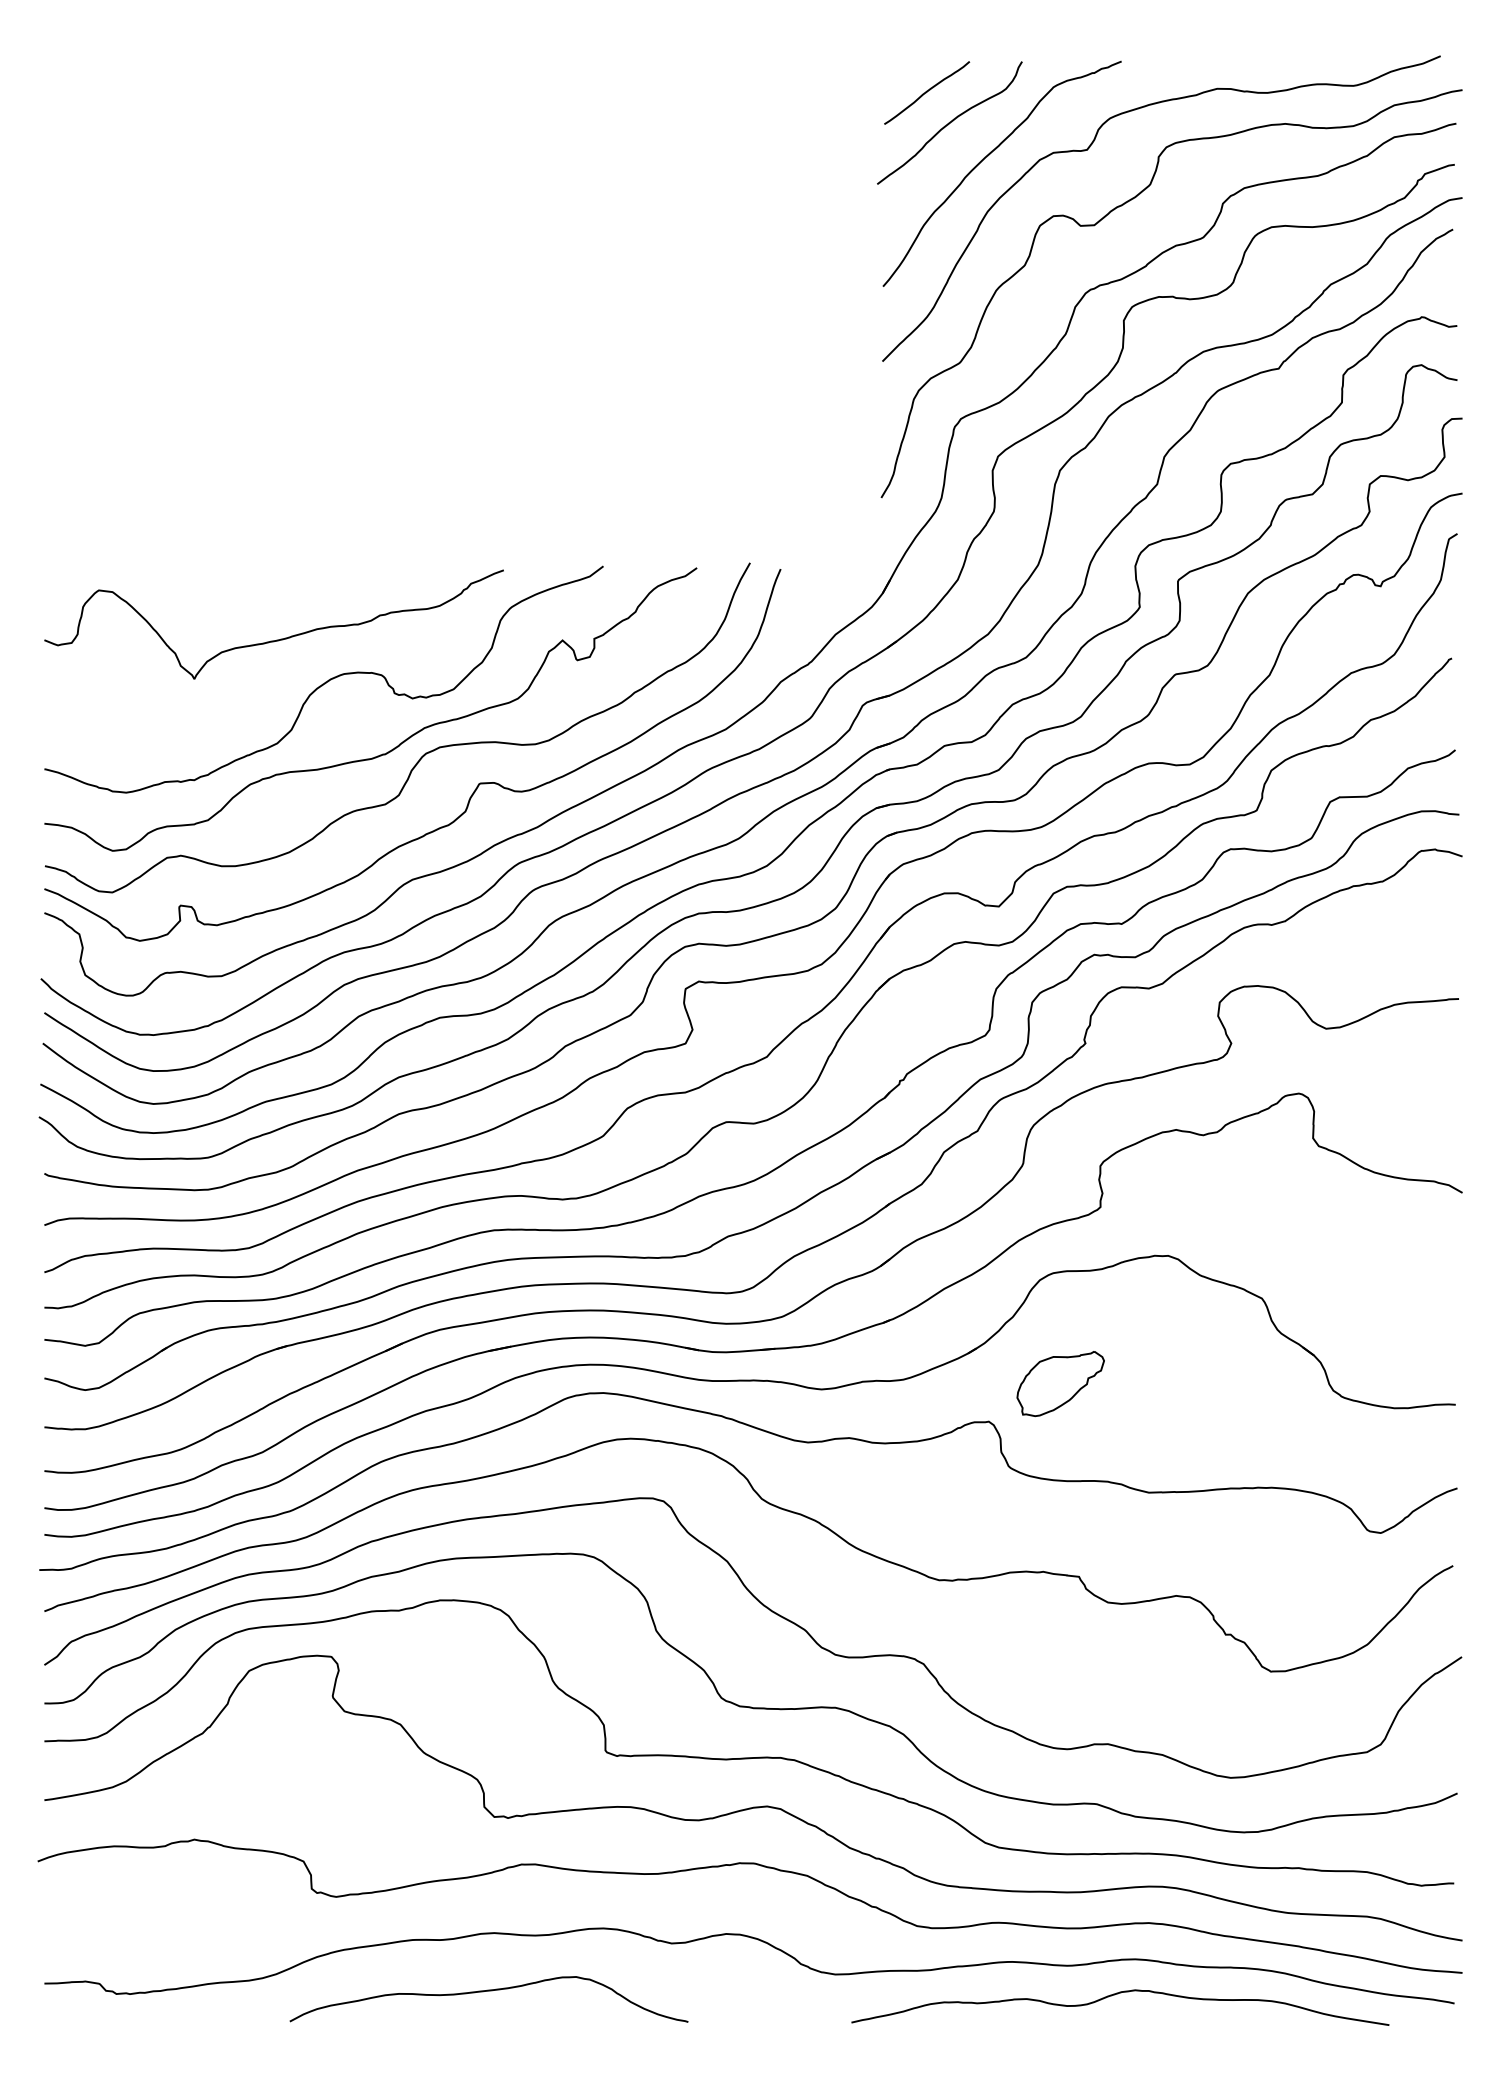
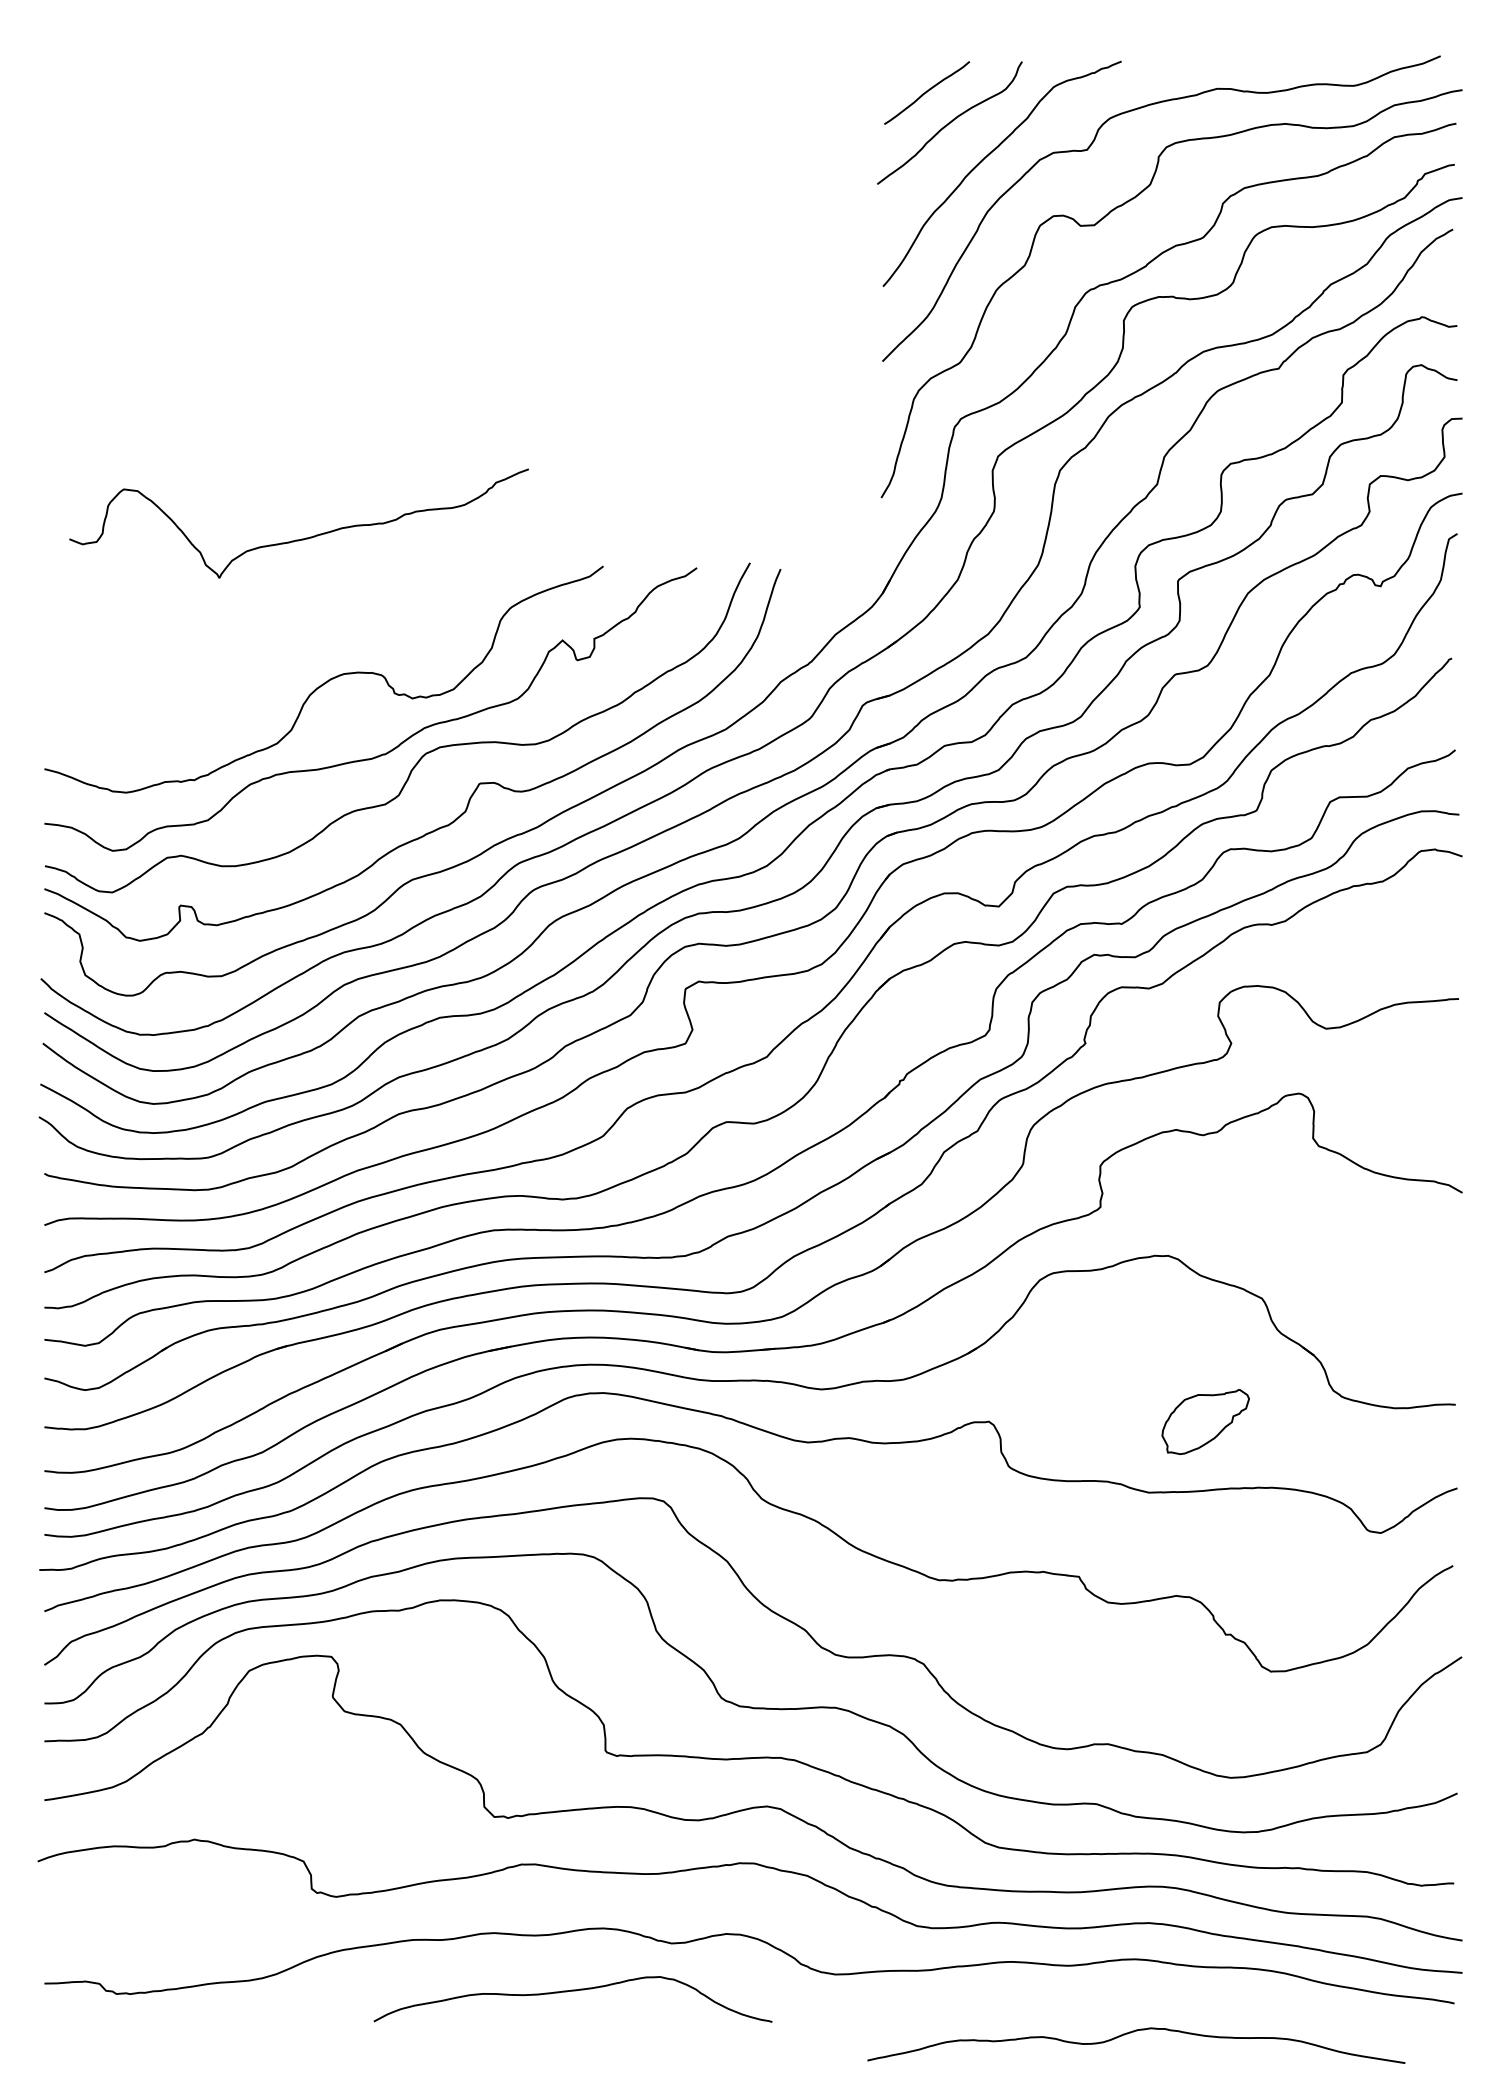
curve at (276, 639) position: (276, 639) -> (301, 538)
part at (1060, 1384) position: (1060, 1384) -> (1205, 1422)
curve at (488, 1991) position: (488, 1991) -> (572, 1991)
curve at (1118, 1994) position: (1118, 1994) -> (1134, 2032)
